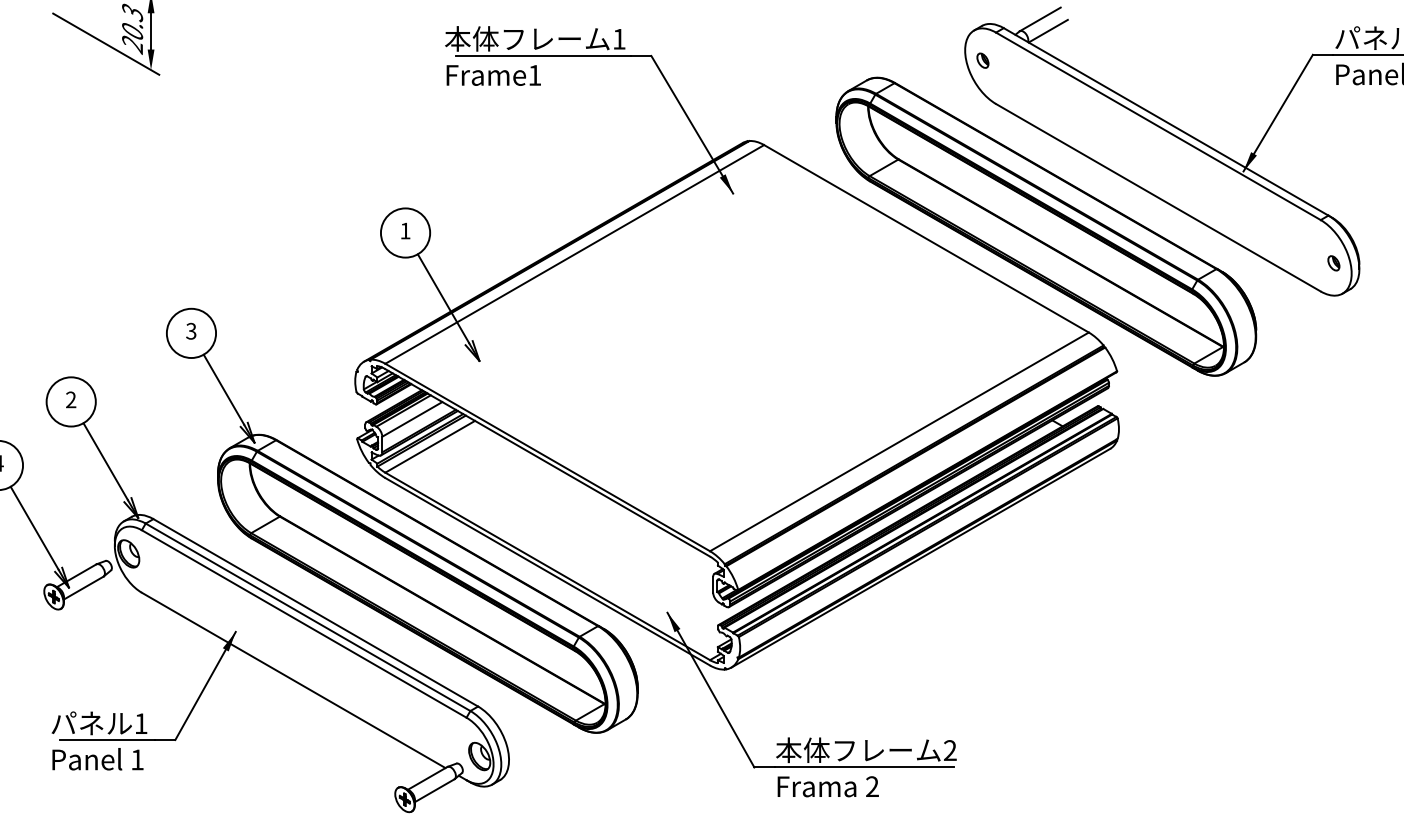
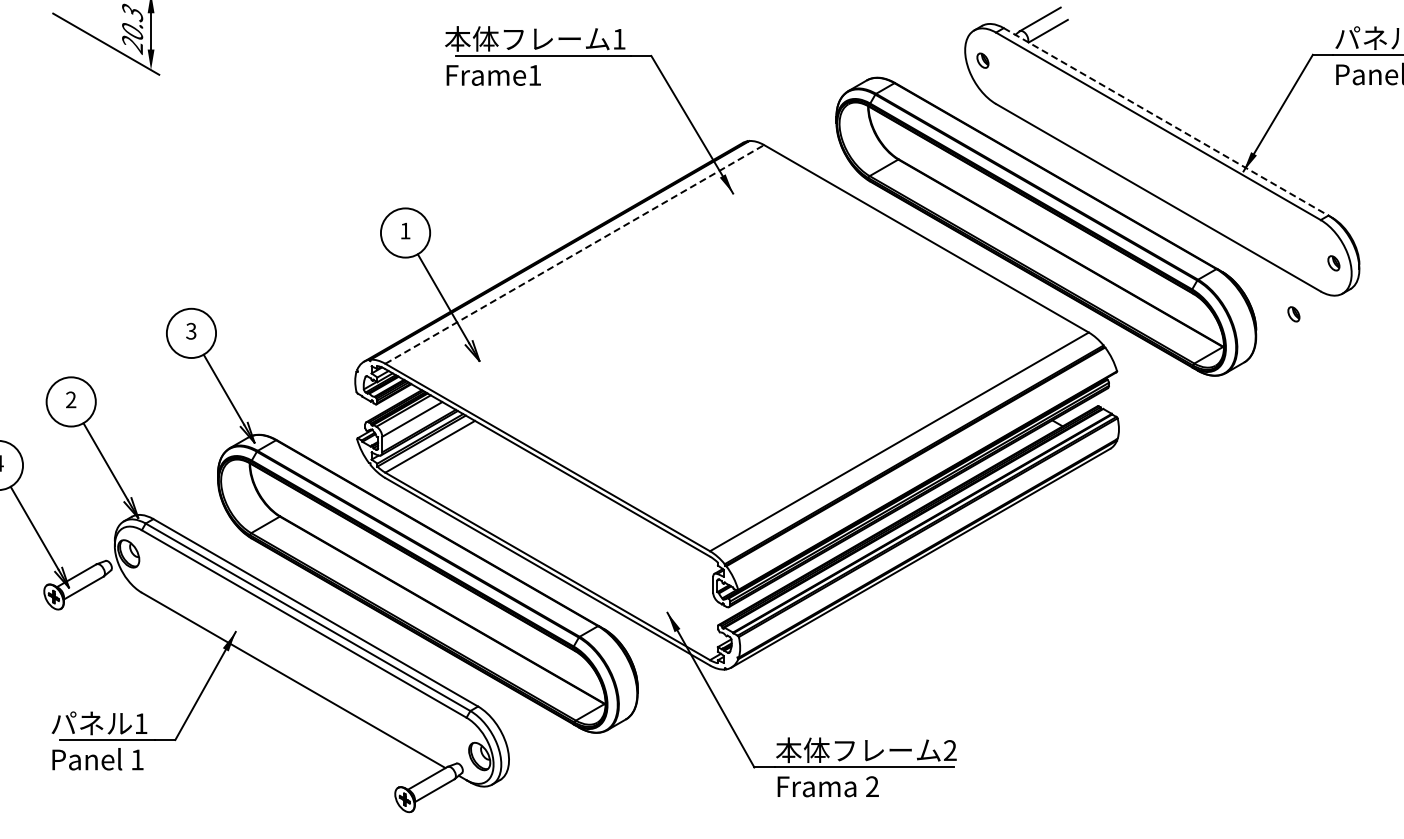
line at (1166, 122): solid -> dashed
line at (574, 254): solid -> dashed
part at (1293, 314): none -> present
